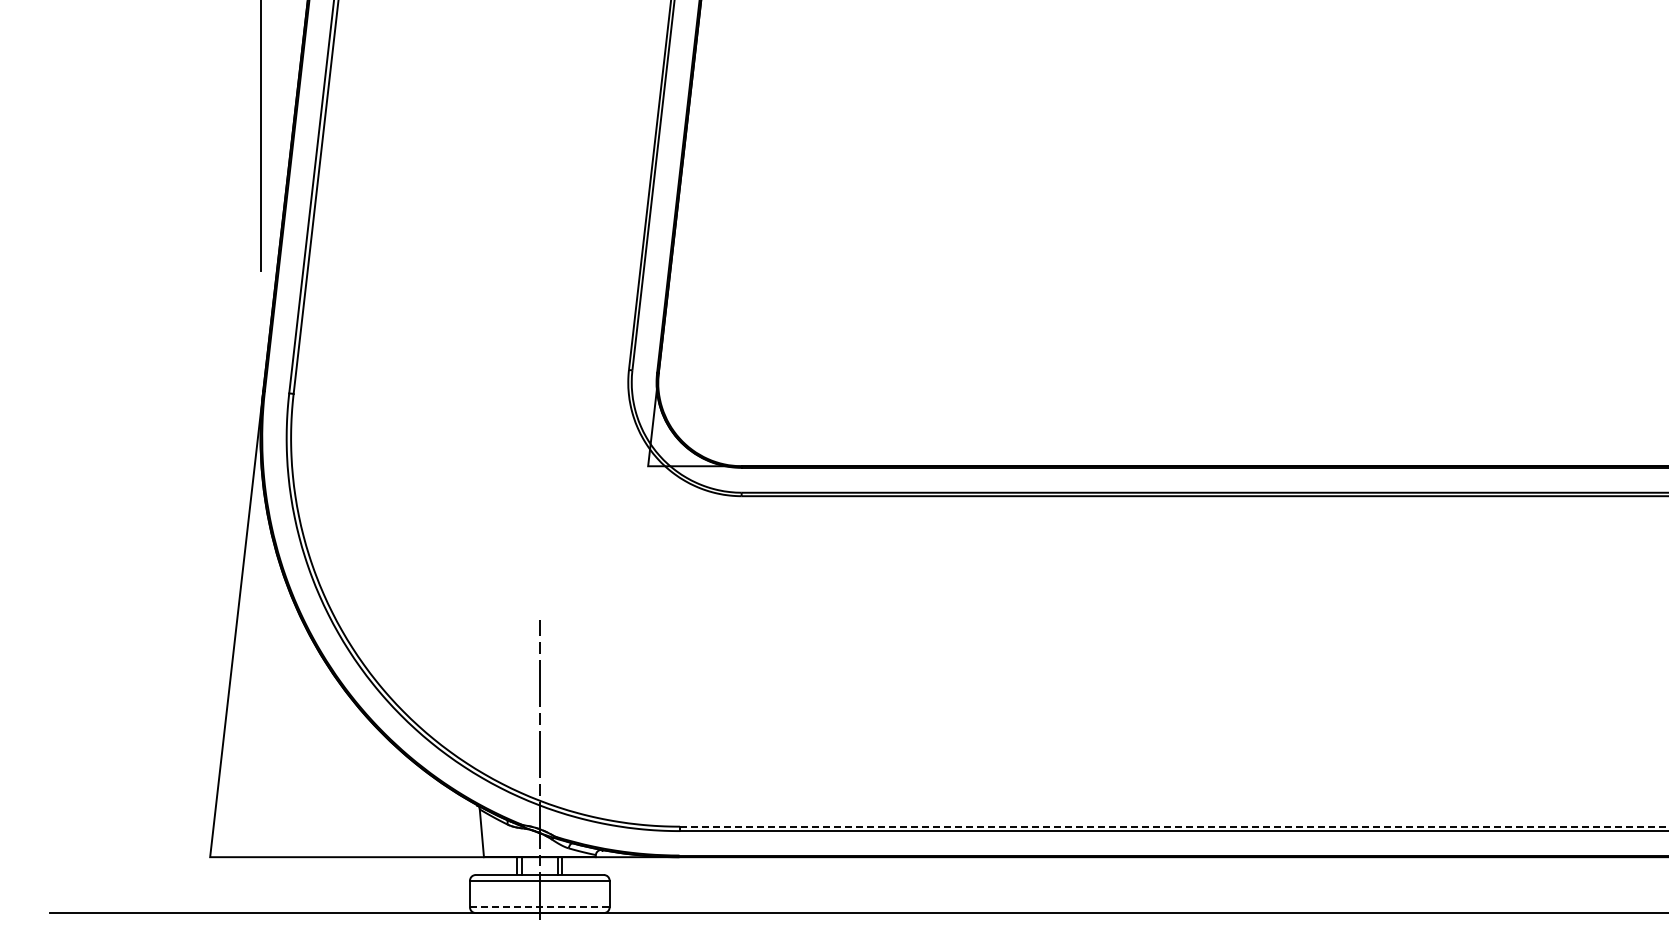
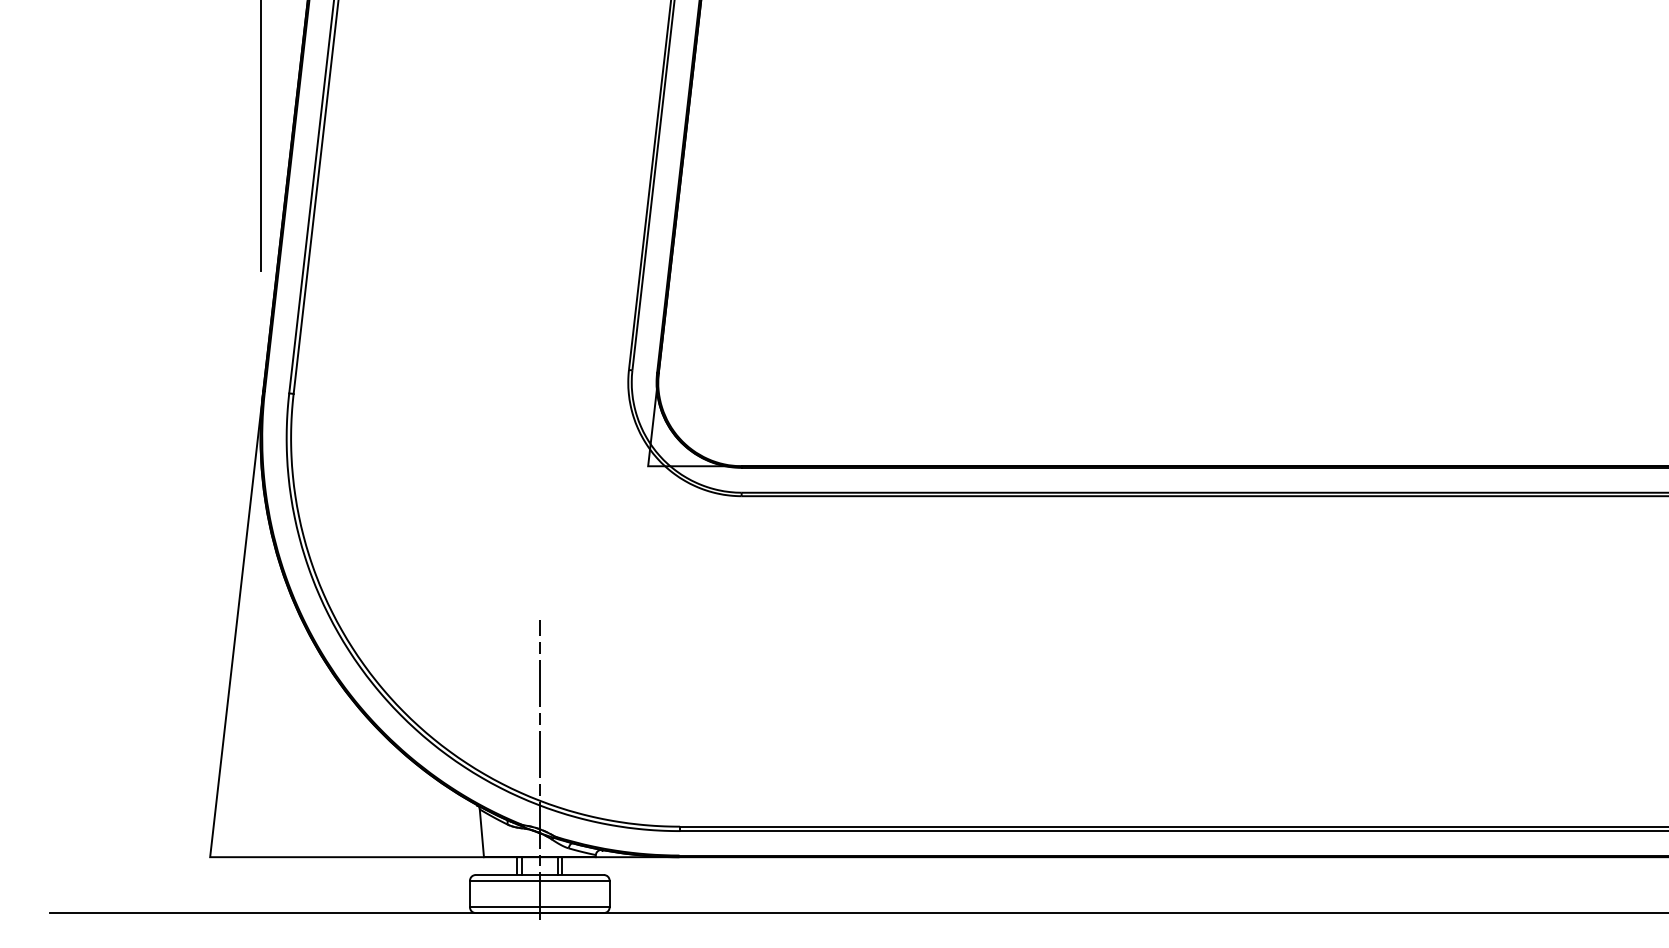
line at (1174, 826): dashed -> solid
line at (539, 907): dashed -> solid
